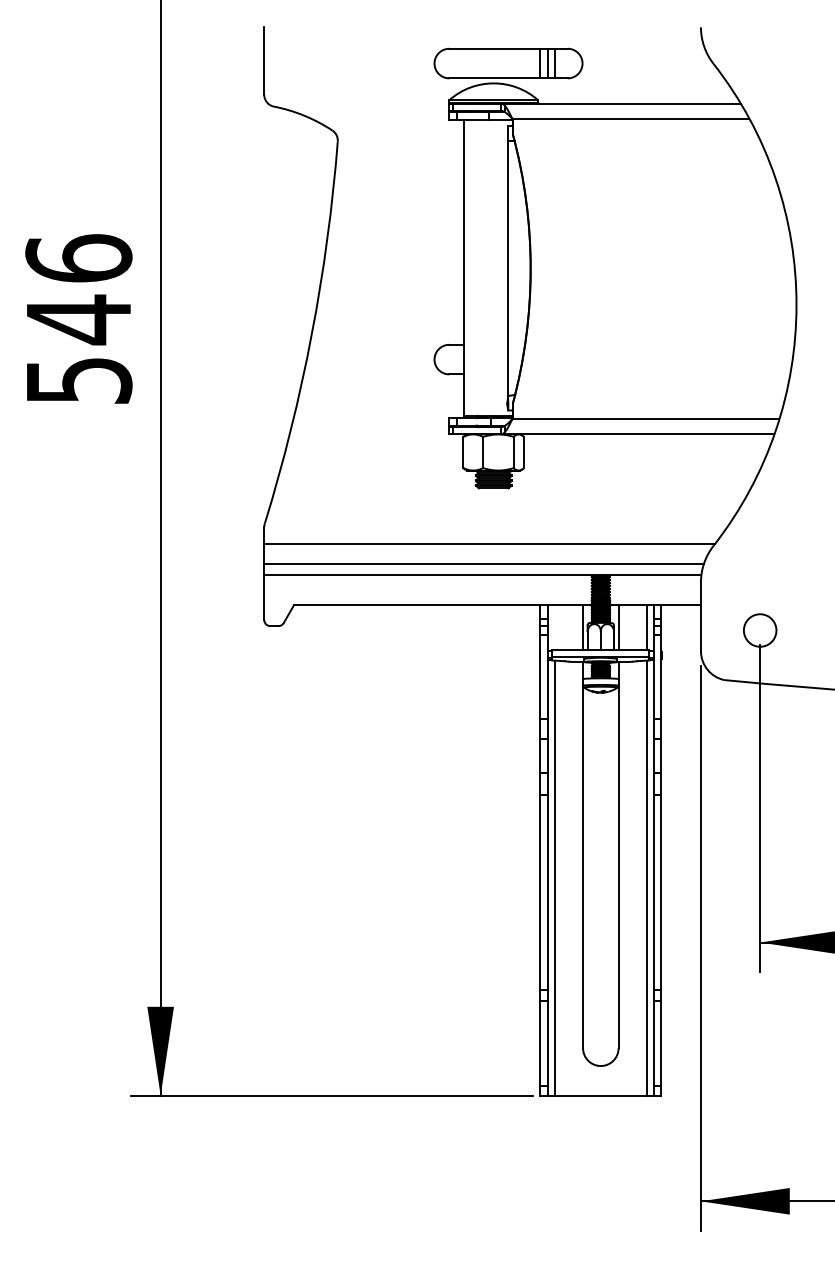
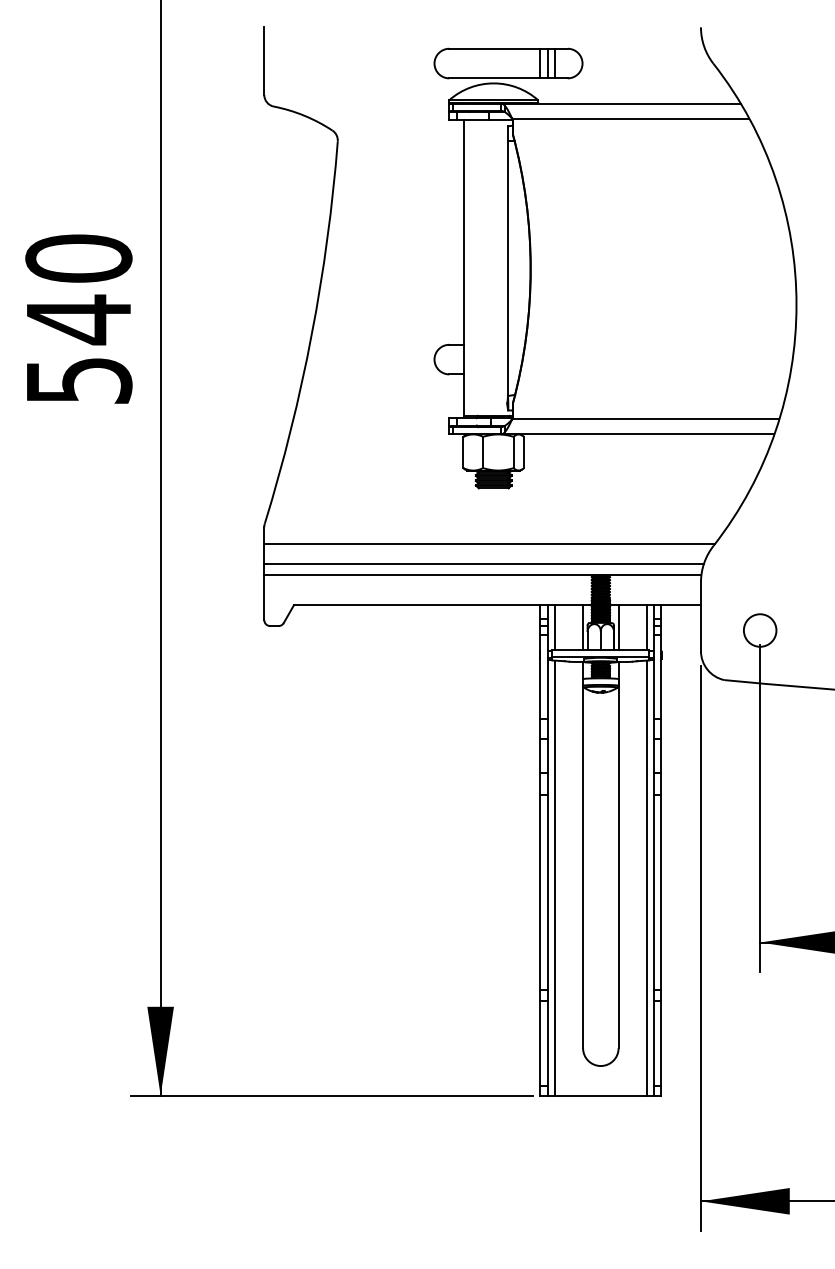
text at (78, 258): 546 -> 540
line at (554, 627): none -> present
